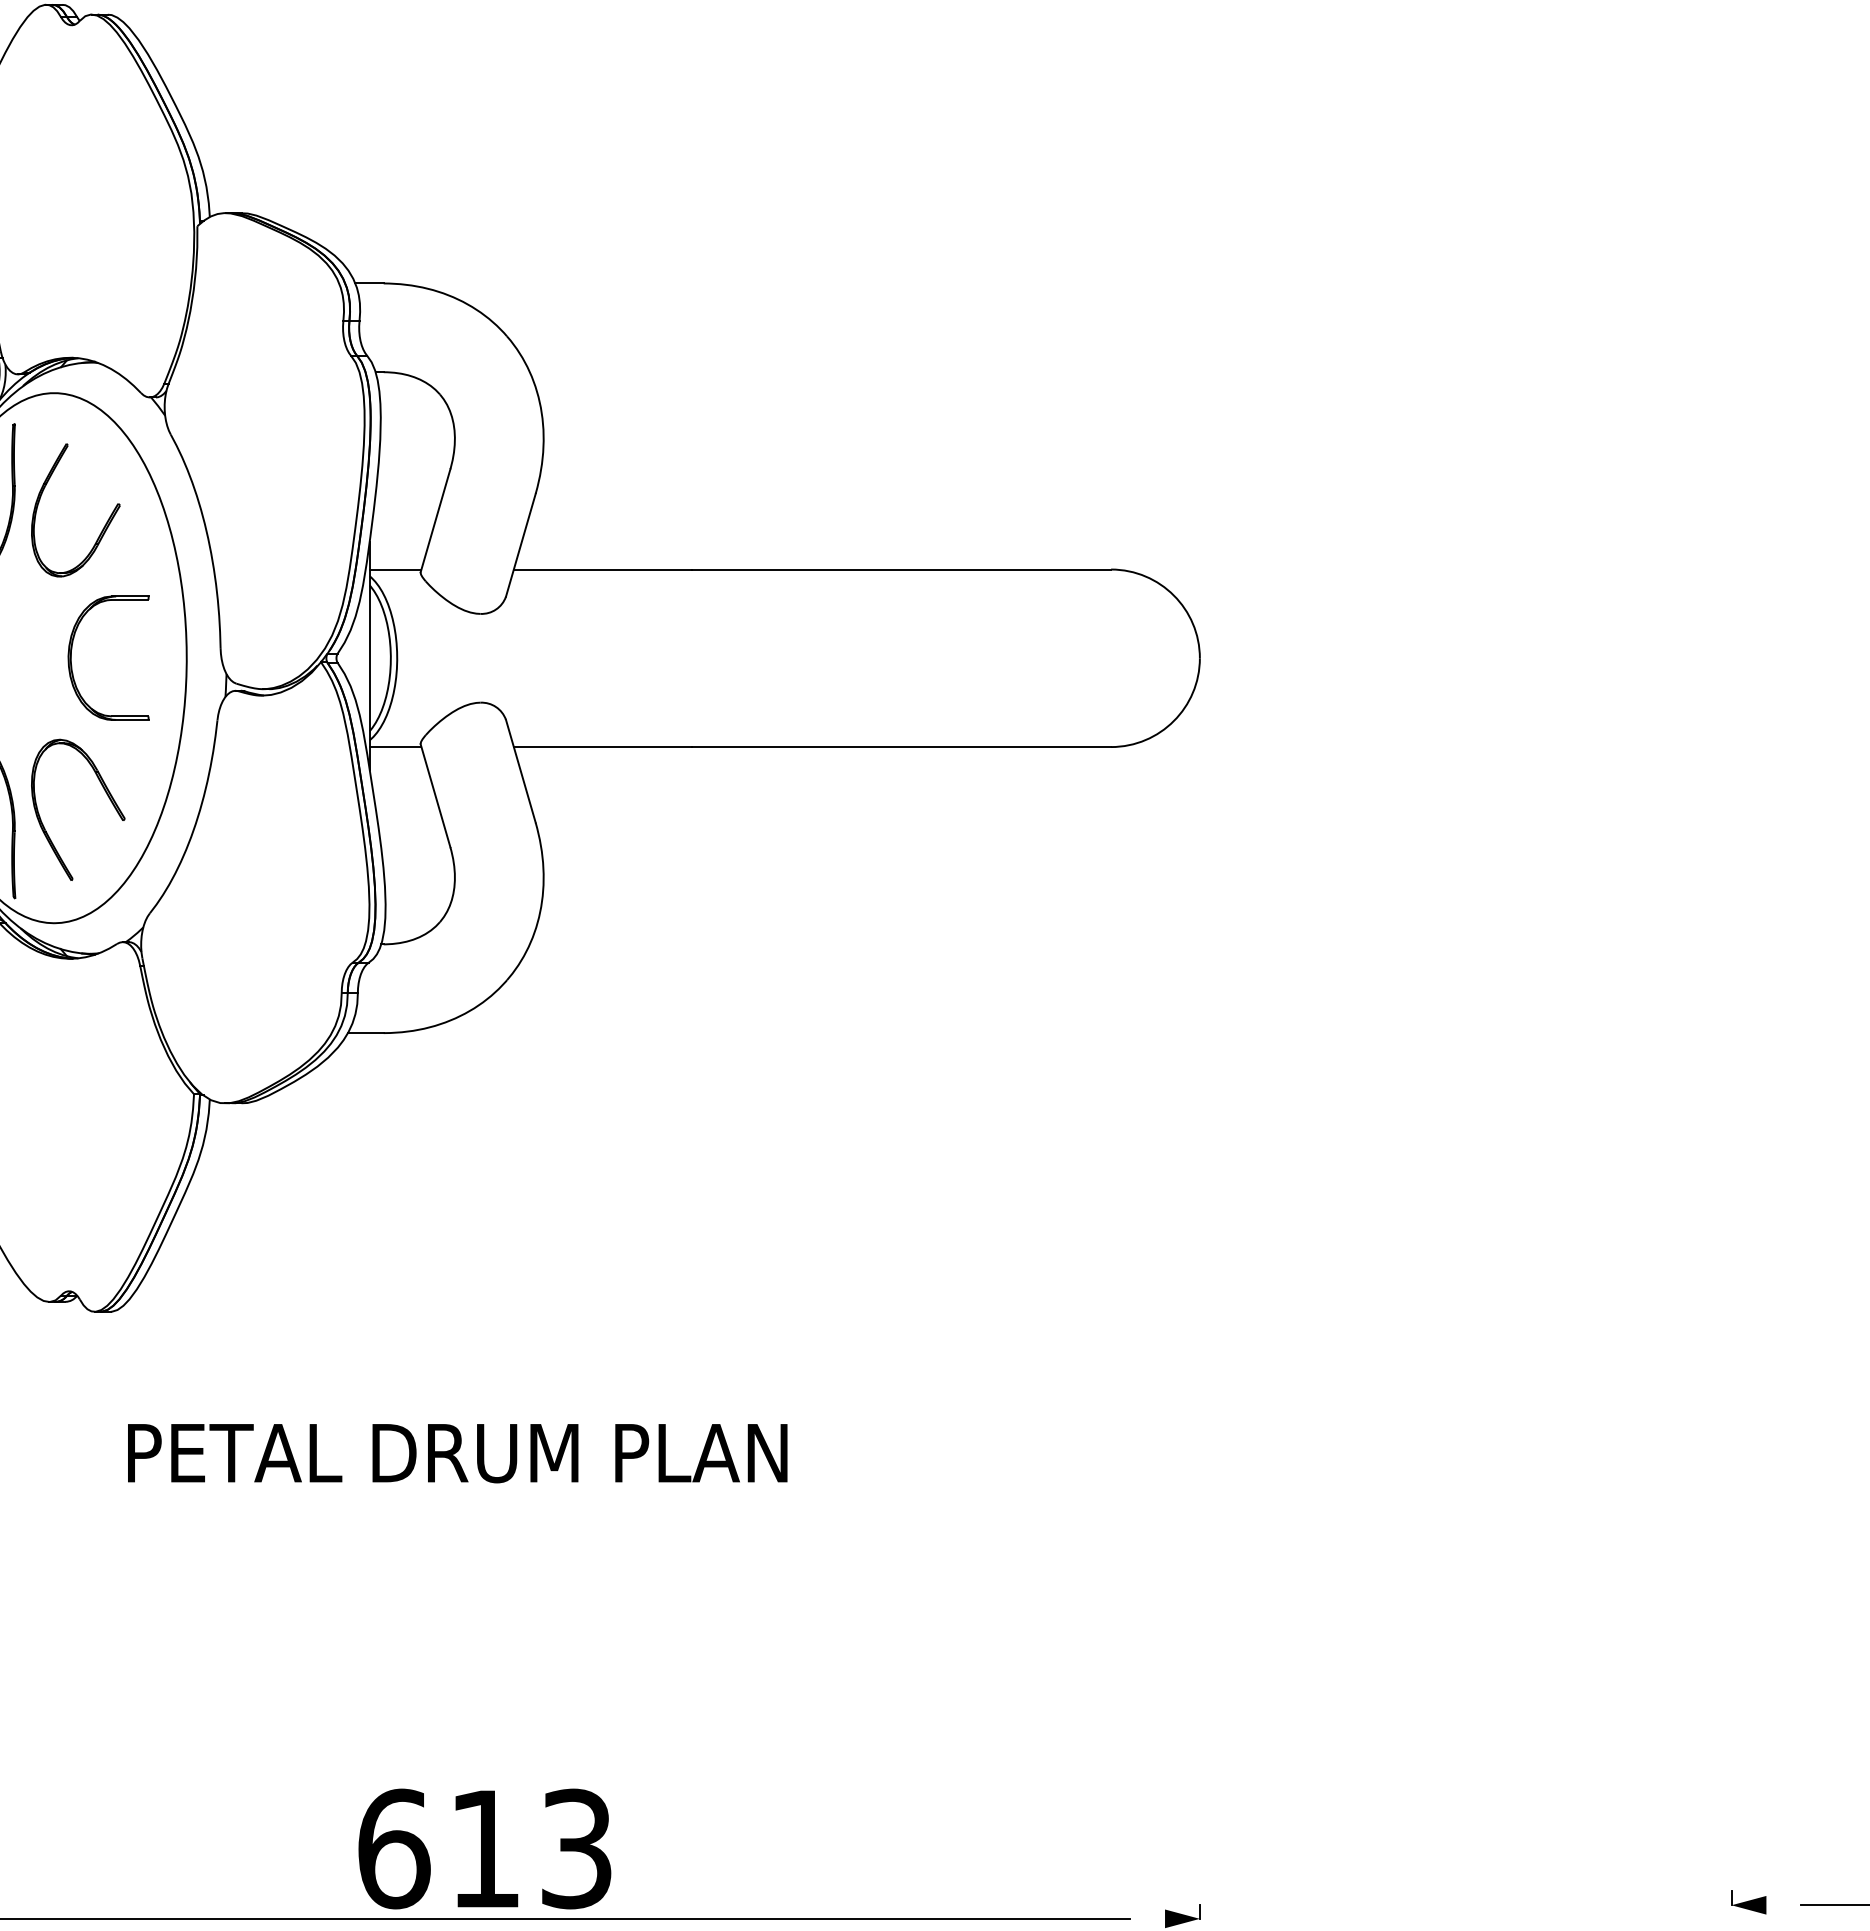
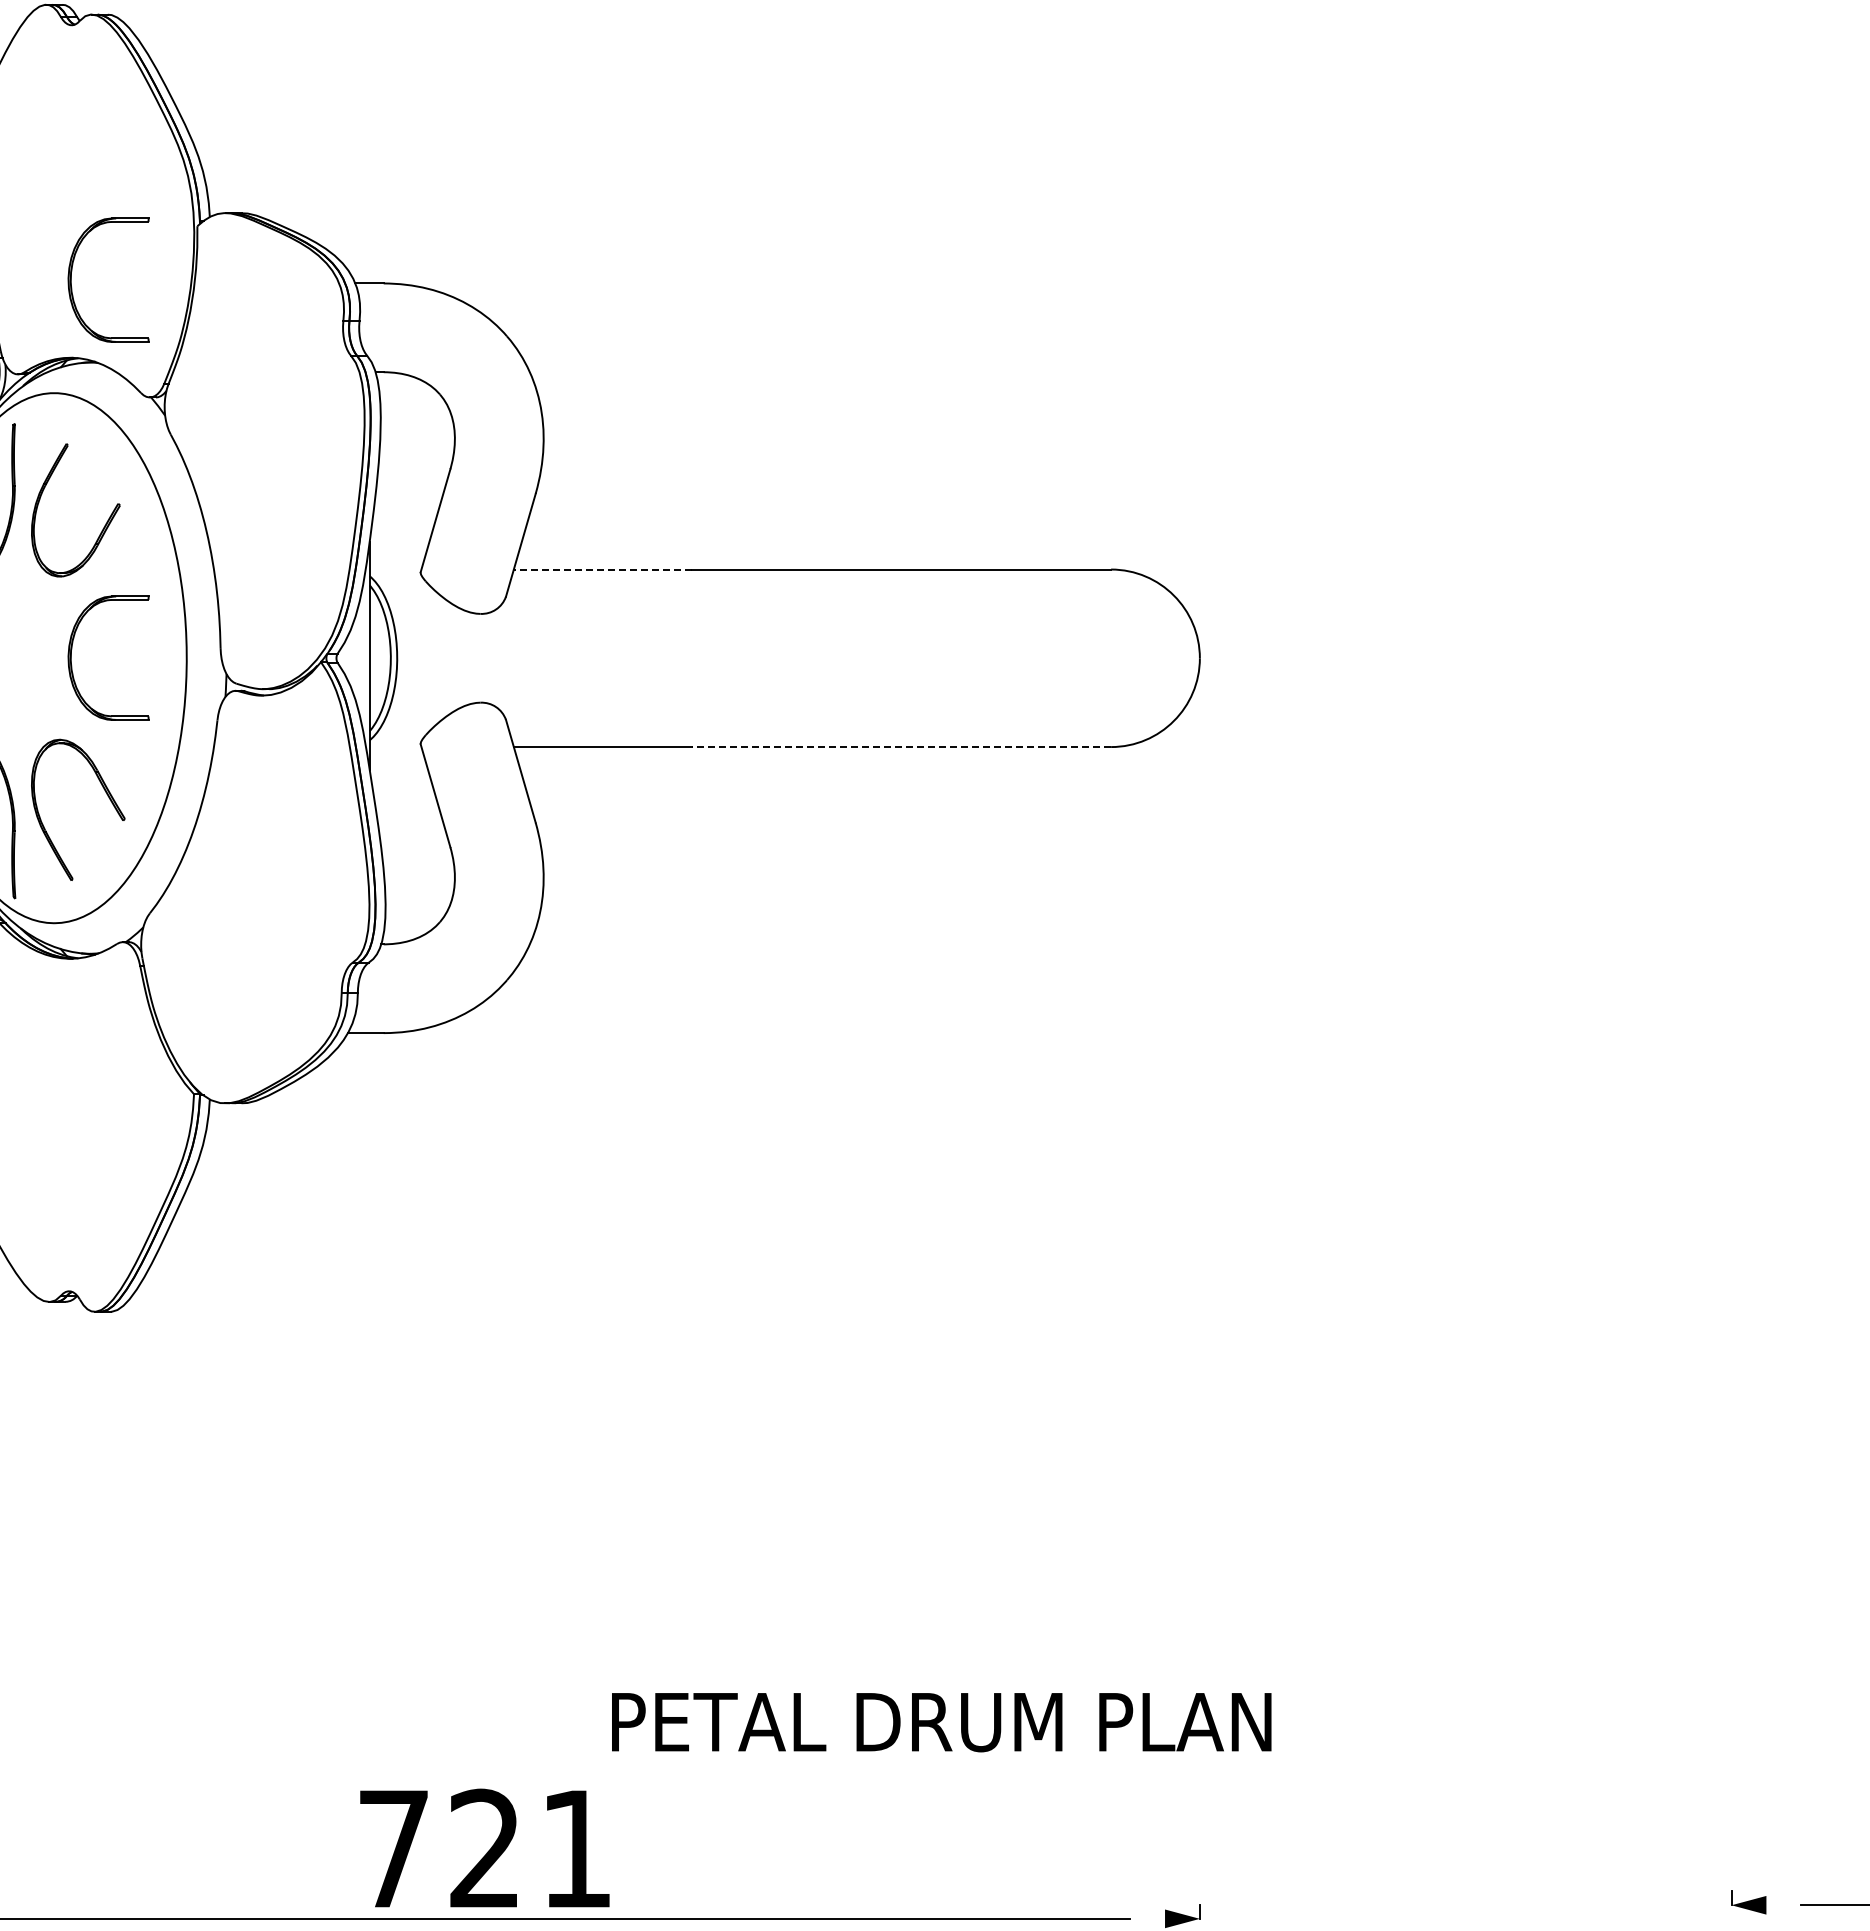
part at (72, 271): none -> present
line at (395, 569): present -> none
line at (602, 569): solid -> dashed
line at (395, 747): present -> none
line at (901, 747): solid -> dashed
text at (457, 1453) position: (457, 1453) -> (941, 1722)
text at (484, 1848): 613 -> 721
